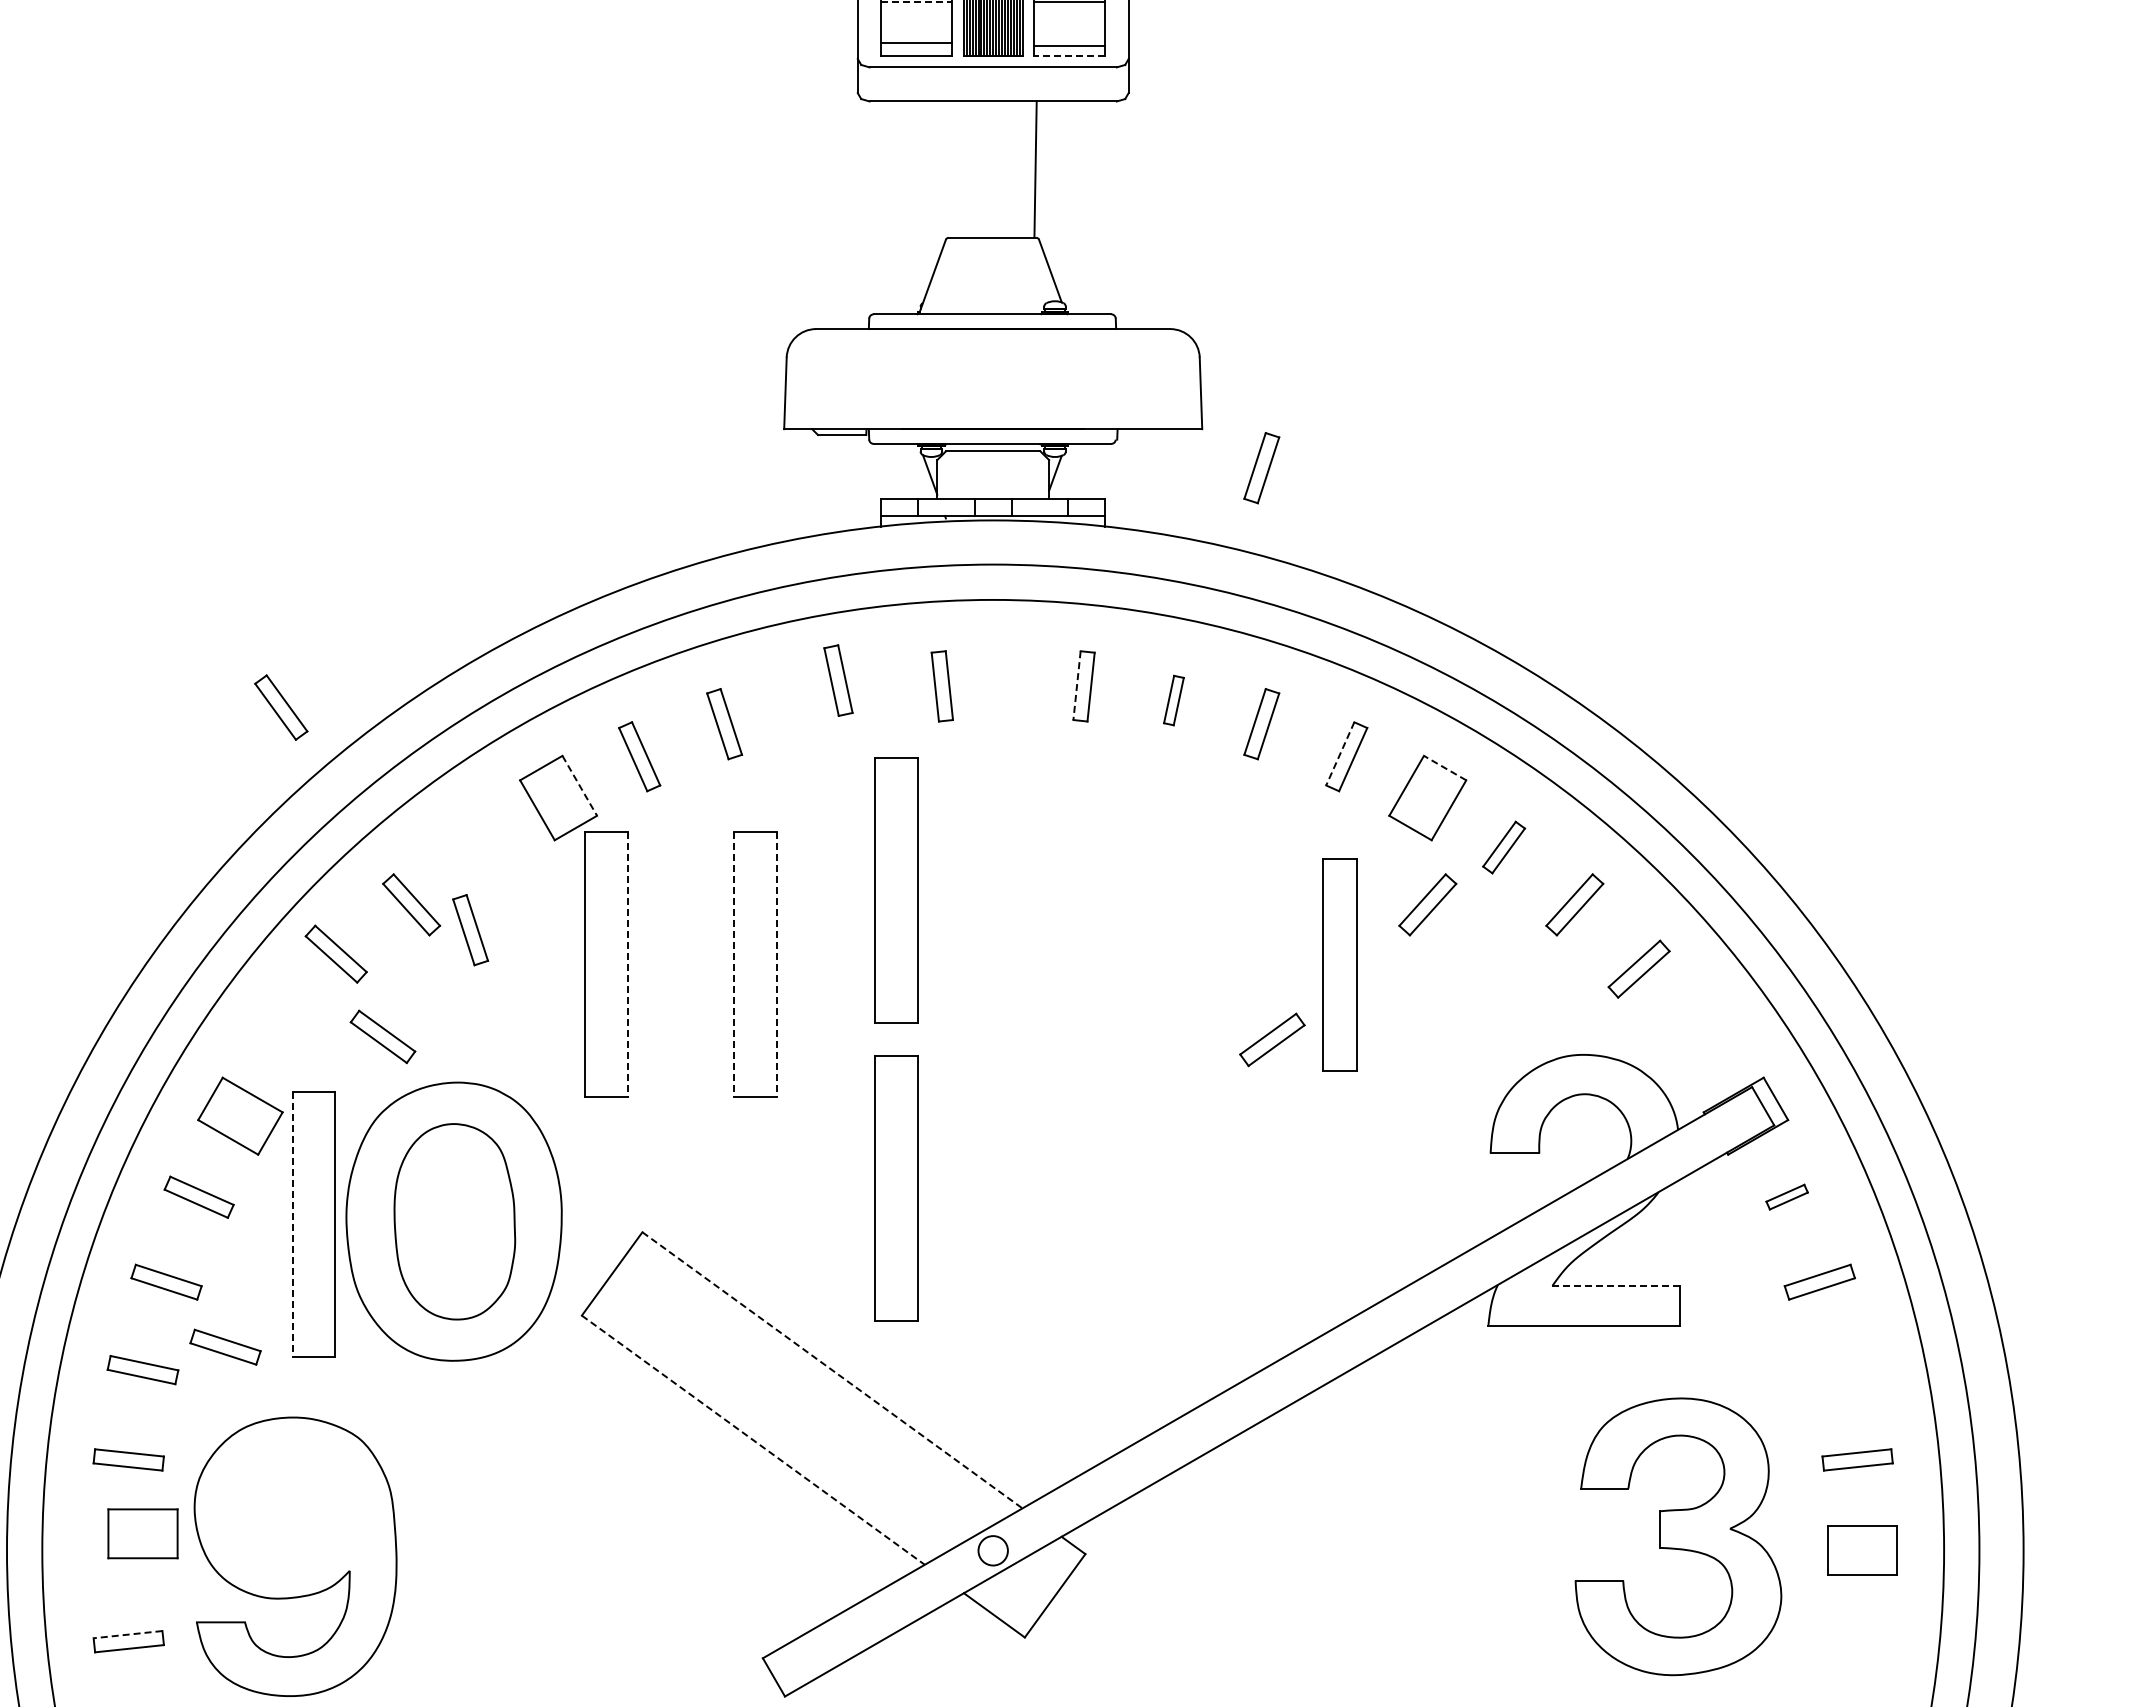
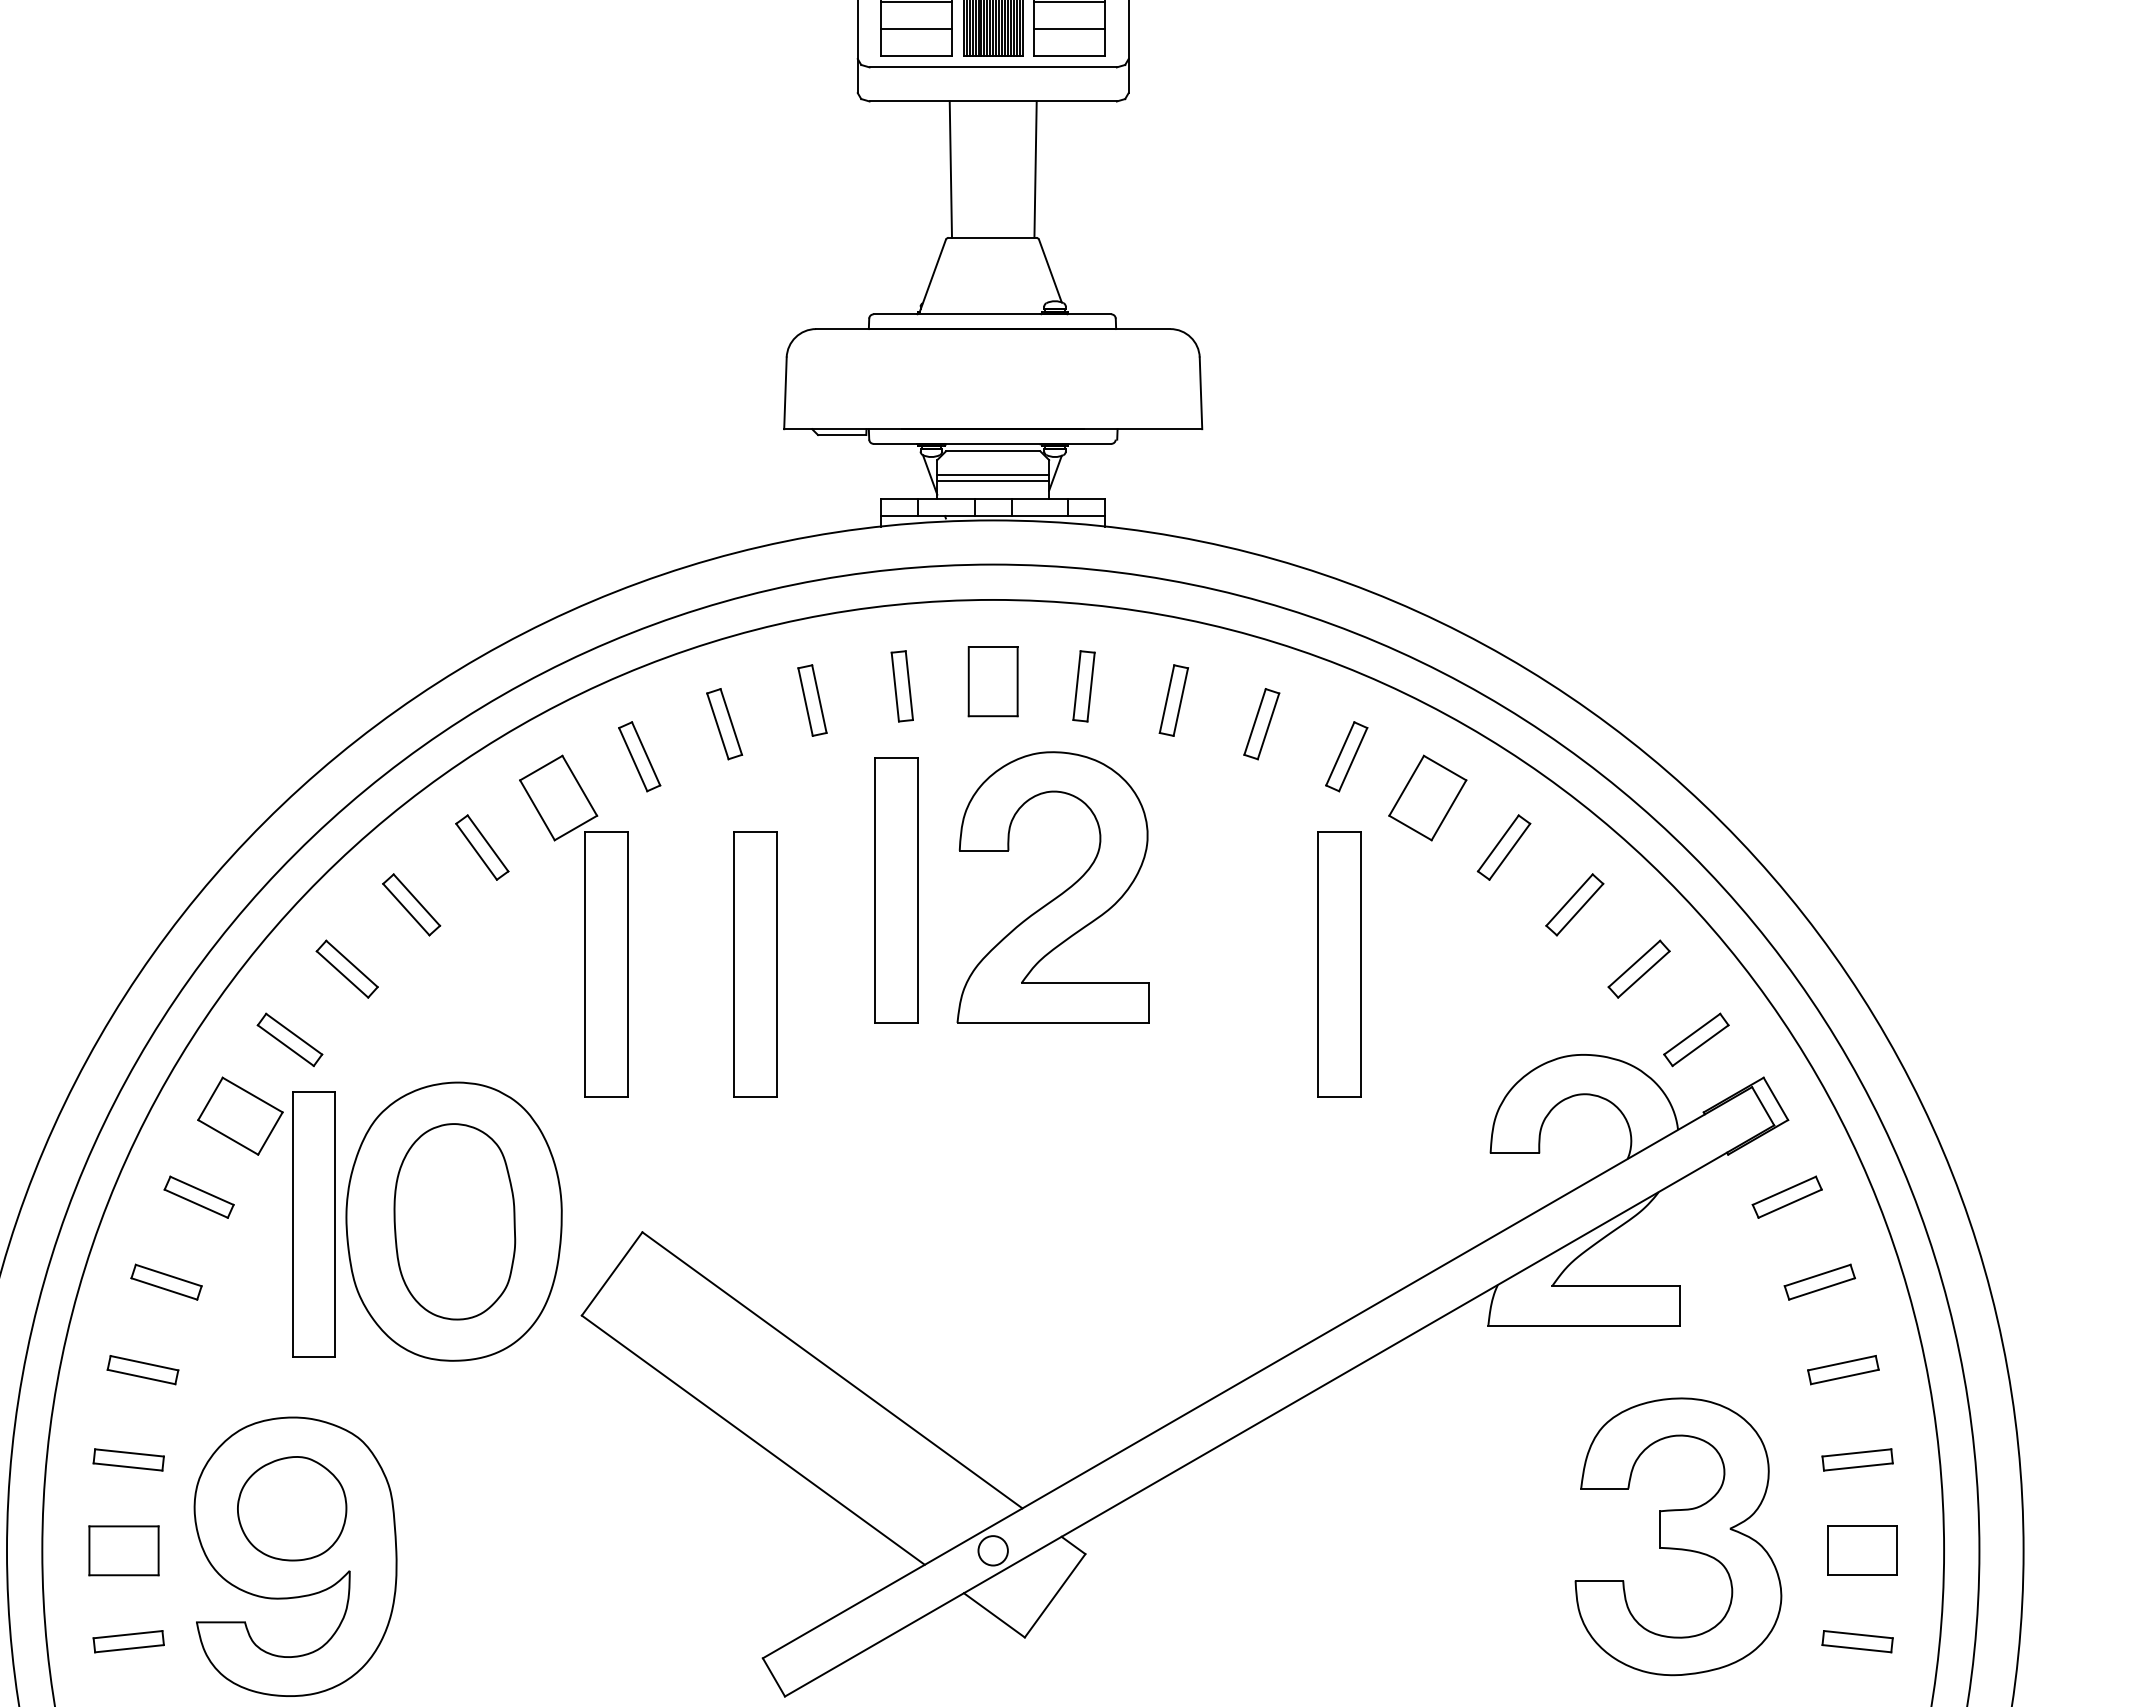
line at (917, 1): dashed -> solid
line at (916, 42) position: (916, 42) -> (916, 28)
line at (1069, 45) position: (1069, 45) -> (1069, 28)
line at (1069, 55): dashed -> solid
line at (950, 169): none -> present
part at (1261, 468): present -> none
line at (993, 474): none -> present
line at (993, 480): none -> present
part at (838, 680) position: (838, 680) -> (812, 700)
part at (992, 681): none -> present
line at (1077, 685): dashed -> solid
part at (941, 686) position: (941, 686) -> (901, 686)
part at (1173, 700) size: 22x53 px -> 32x73 px
part at (281, 707) position: (281, 707) -> (482, 847)
line at (1340, 753): dashed -> solid
line at (1444, 767): dashed -> solid
line at (579, 785): dashed -> solid
part at (1504, 847) size: 45x55 px -> 56x67 px
part at (1057, 895): none -> present
part at (1427, 904): present -> none
part at (470, 930): present -> none
part at (335, 953) position: (335, 953) -> (346, 968)
part at (1339, 964) size: 36x214 px -> 45x267 px
line at (628, 965): dashed -> solid
line at (734, 965): dashed -> solid
line at (776, 965): dashed -> solid
part at (382, 1036) position: (382, 1036) -> (289, 1039)
part at (1272, 1039) position: (1272, 1039) -> (1696, 1039)
part at (896, 1188): present -> none
part at (1786, 1196) size: 44x28 px -> 72x44 px
line at (292, 1224): dashed -> solid
line at (1616, 1285): dashed -> solid
part at (225, 1346): present -> none
line at (832, 1370): dashed -> solid
part at (1843, 1370): none -> present
line at (753, 1440): dashed -> solid
part at (292, 1508): none -> present
part at (142, 1533) position: (142, 1533) -> (123, 1550)
line at (128, 1634): dashed -> solid
part at (1857, 1641): none -> present
